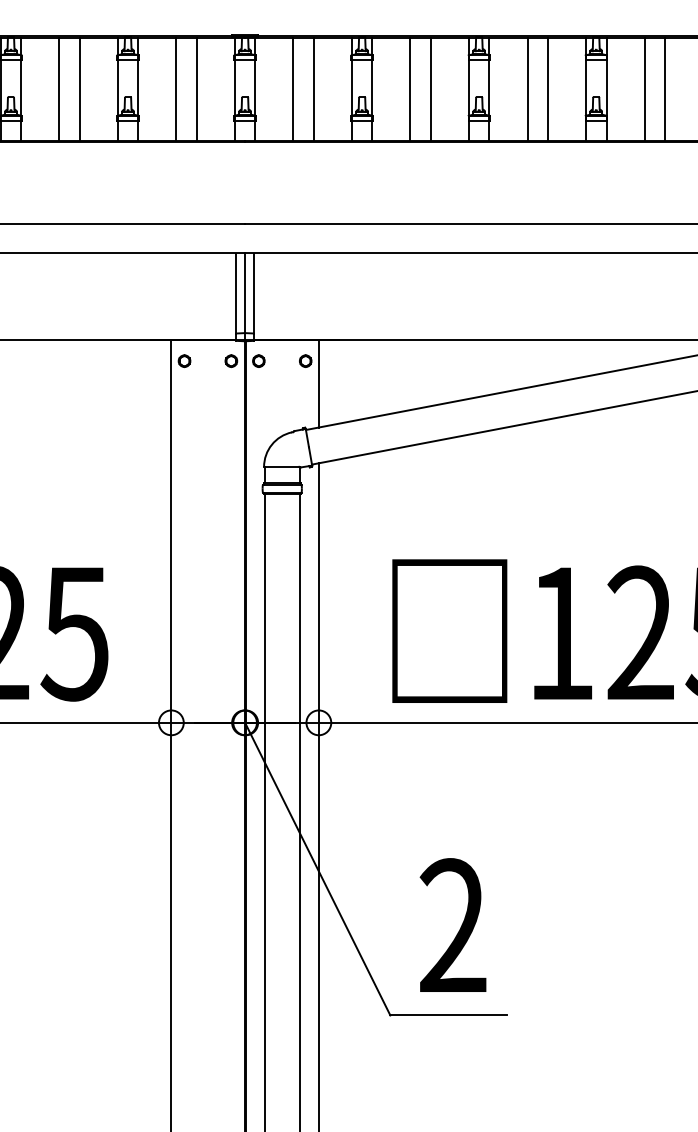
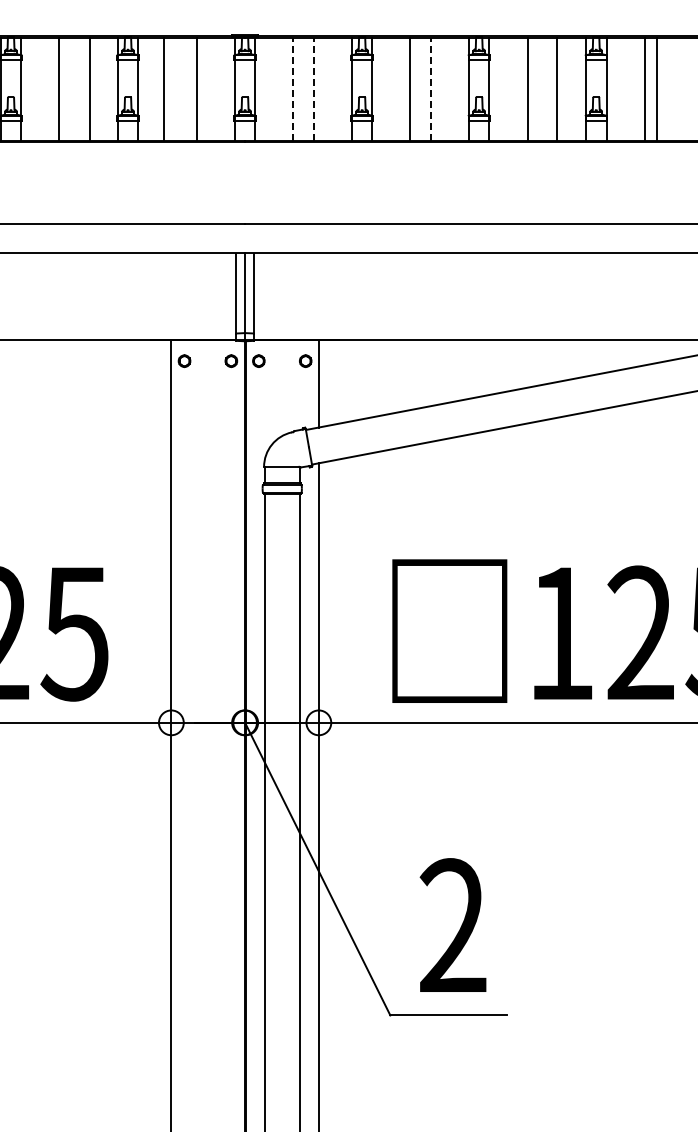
line at (79, 88) position: (79, 88) -> (89, 88)
line at (176, 88) position: (176, 88) -> (164, 88)
line at (293, 88): solid -> dashed
line at (313, 88): solid -> dashed
line at (430, 88): solid -> dashed
line at (547, 88) position: (547, 88) -> (556, 88)
line at (665, 88) position: (665, 88) -> (657, 88)
